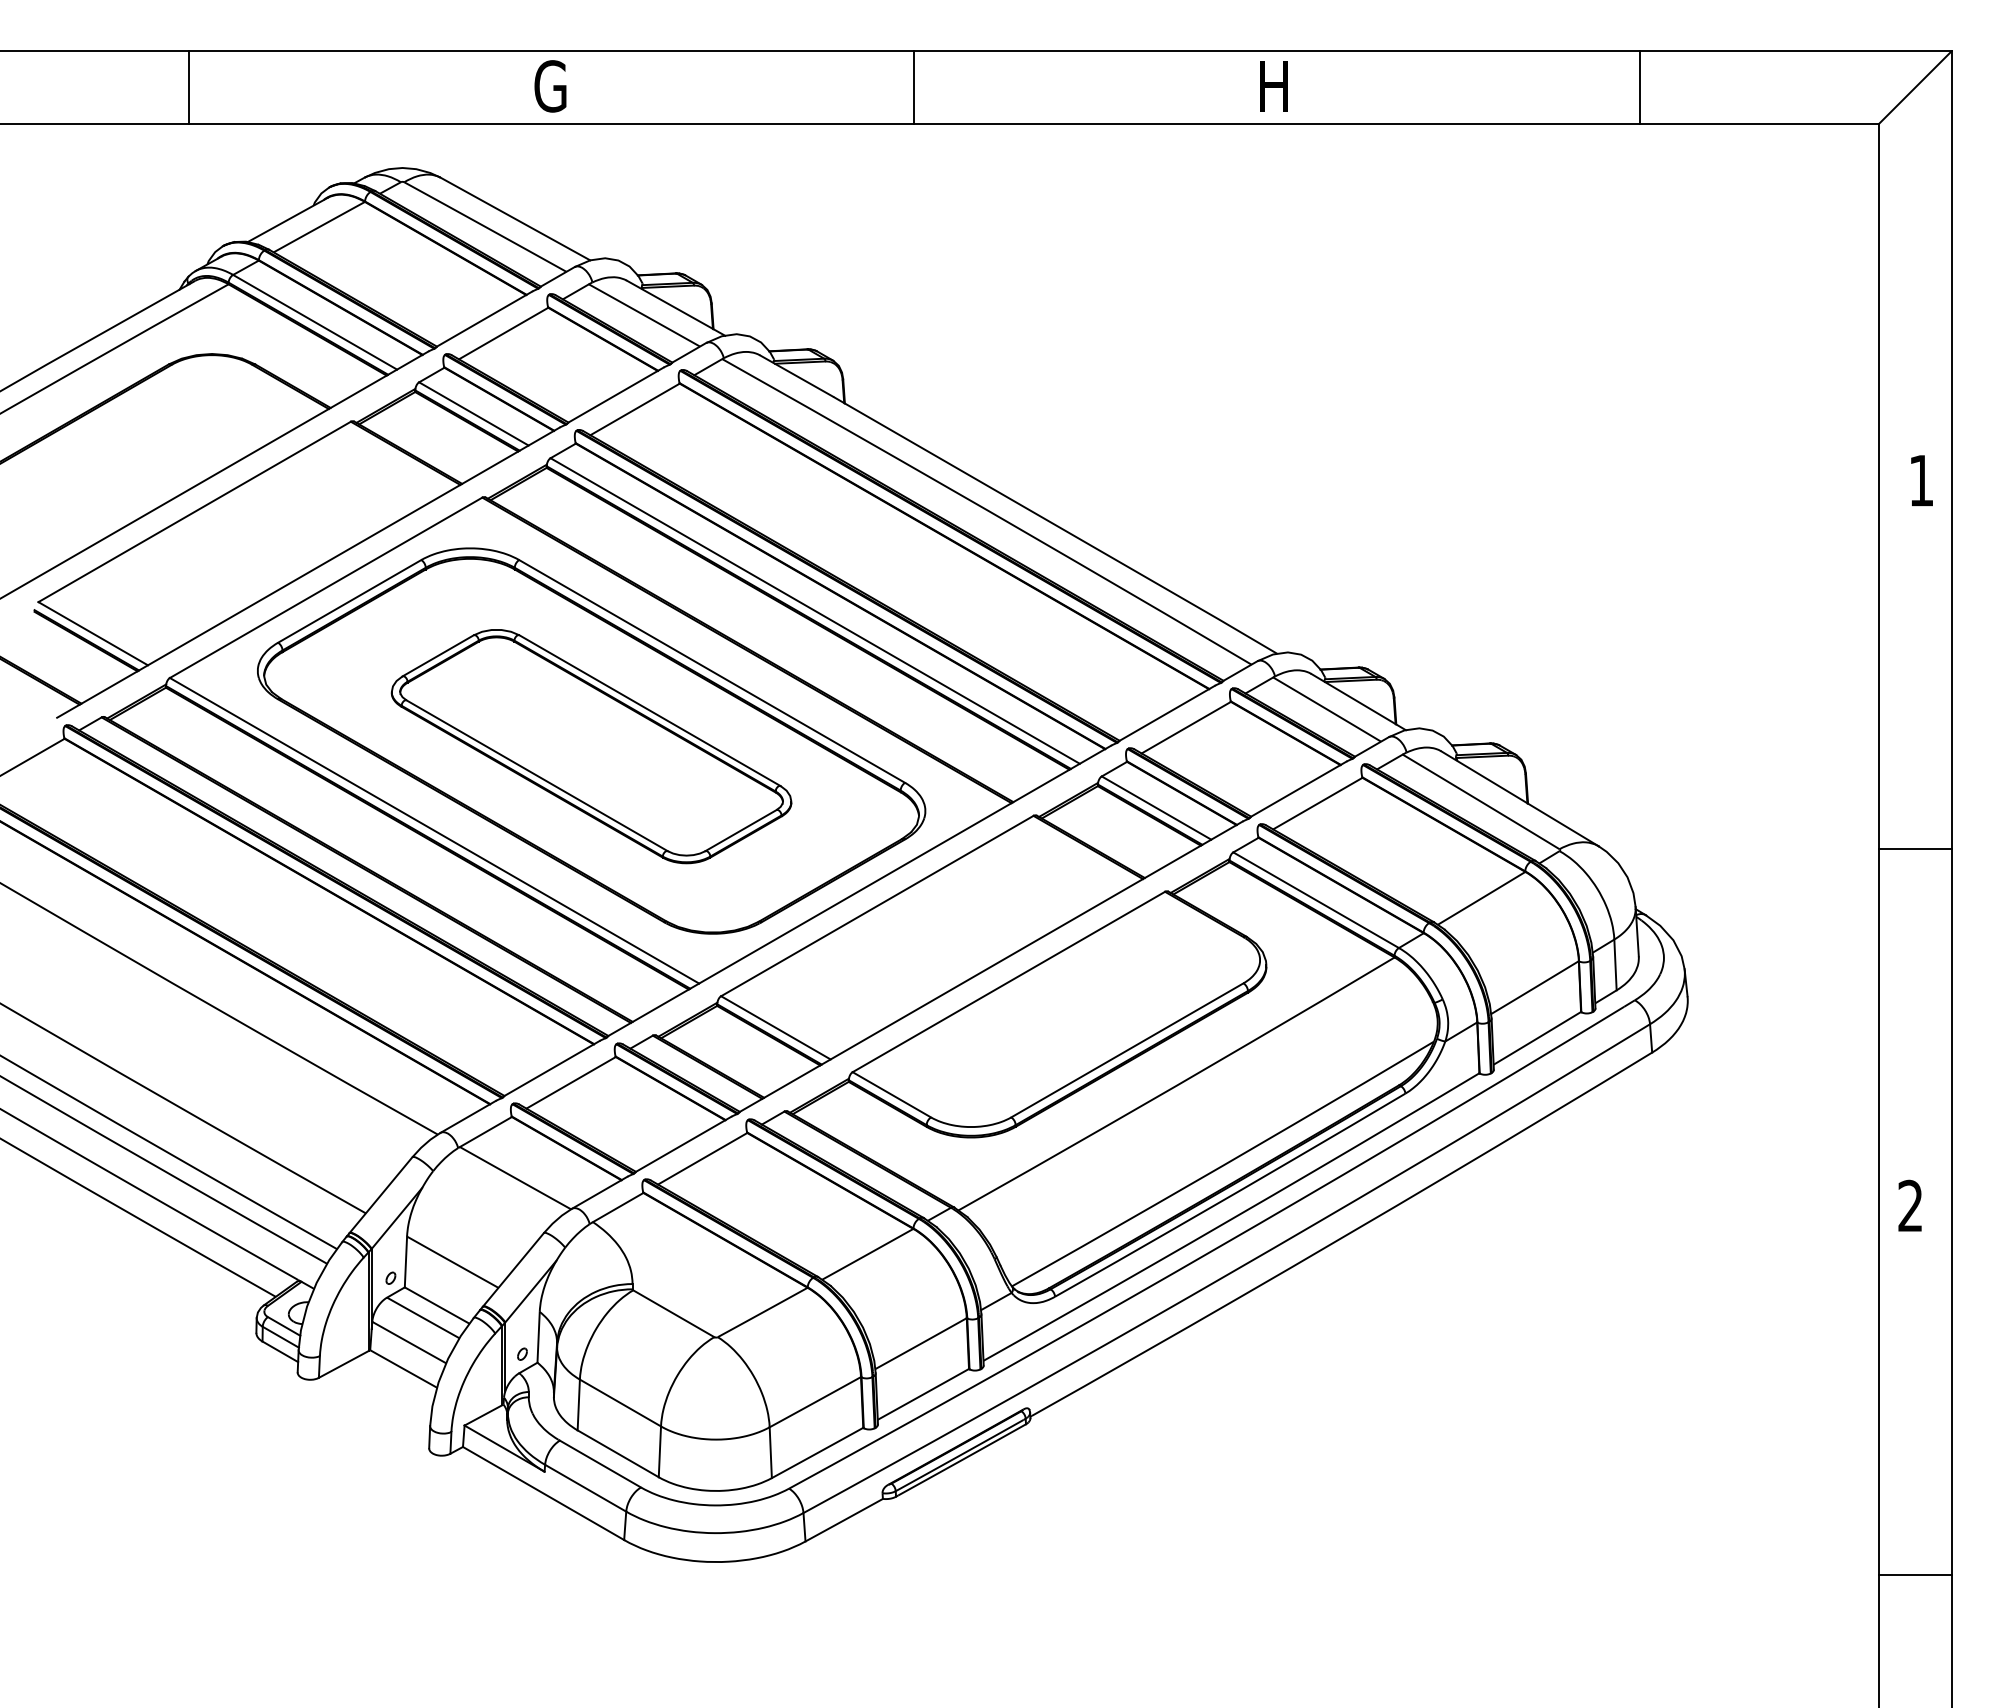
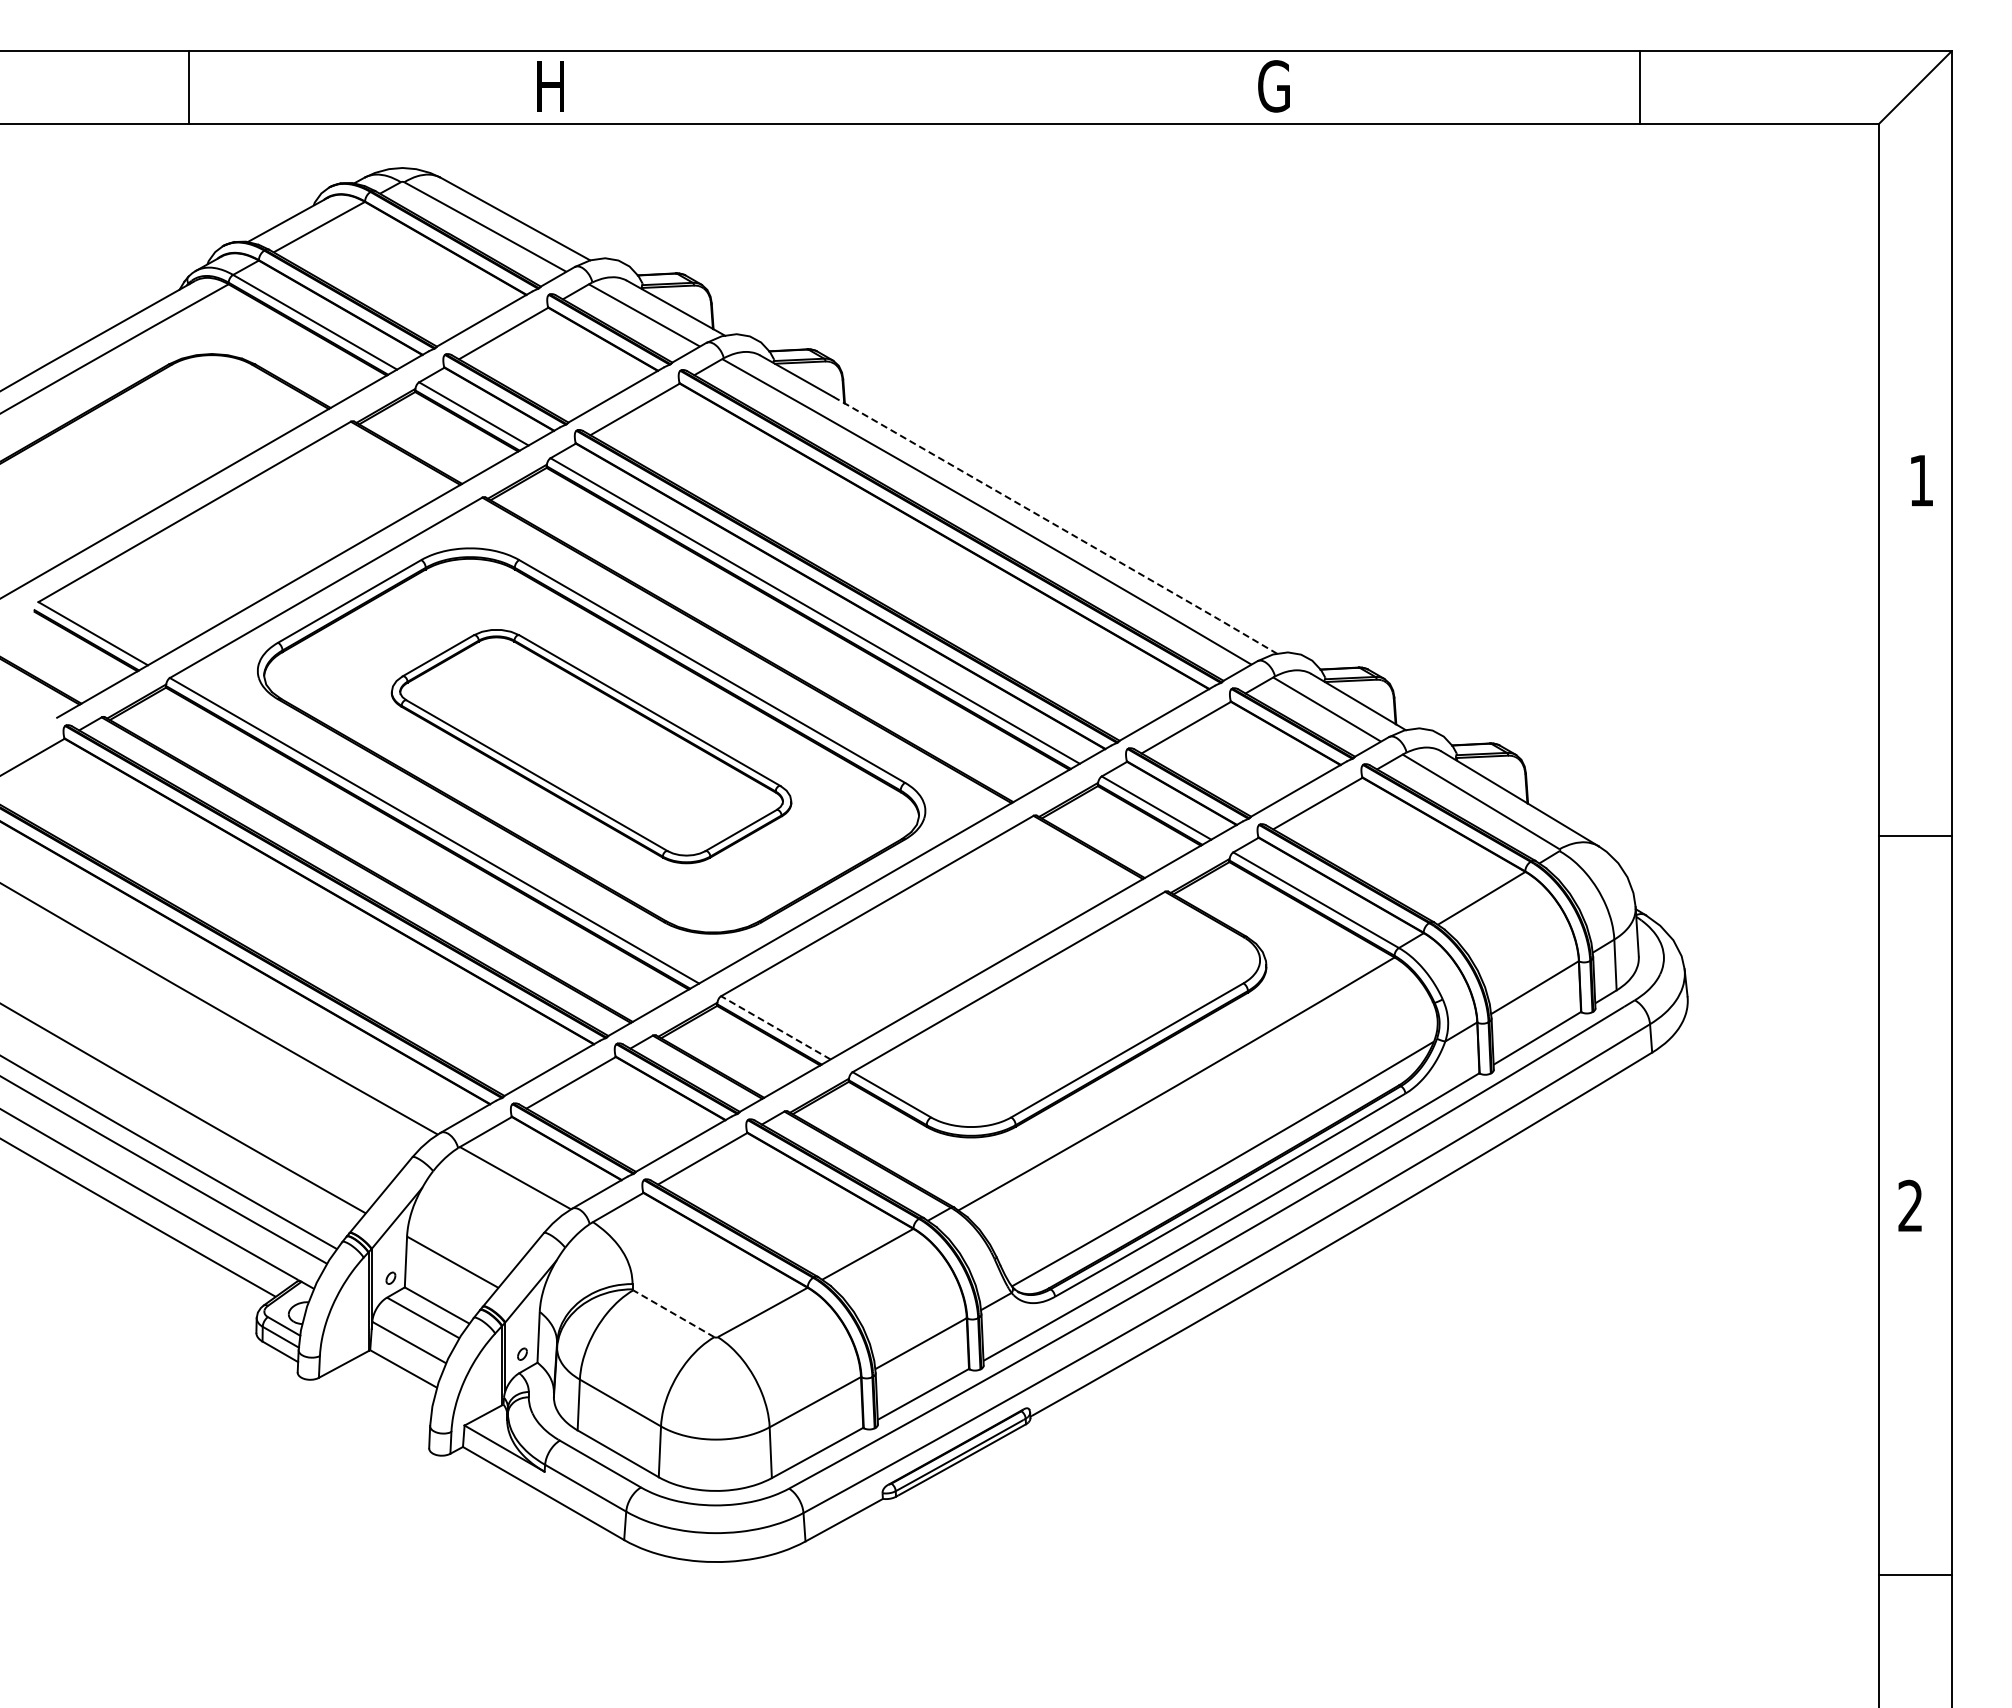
text at (550, 86): G -> H
text at (1273, 86): H -> G
line at (914, 87): present -> none
line at (1055, 525): solid -> dashed
line at (1915, 849) position: (1915, 849) -> (1915, 836)
line at (775, 1027): solid -> dashed
line at (673, 1313): solid -> dashed
